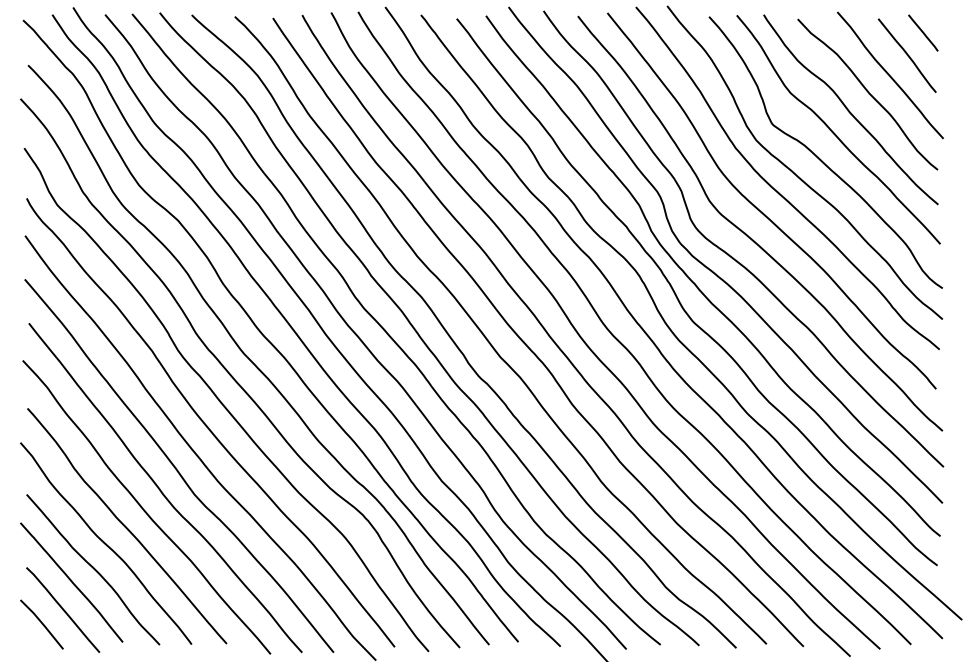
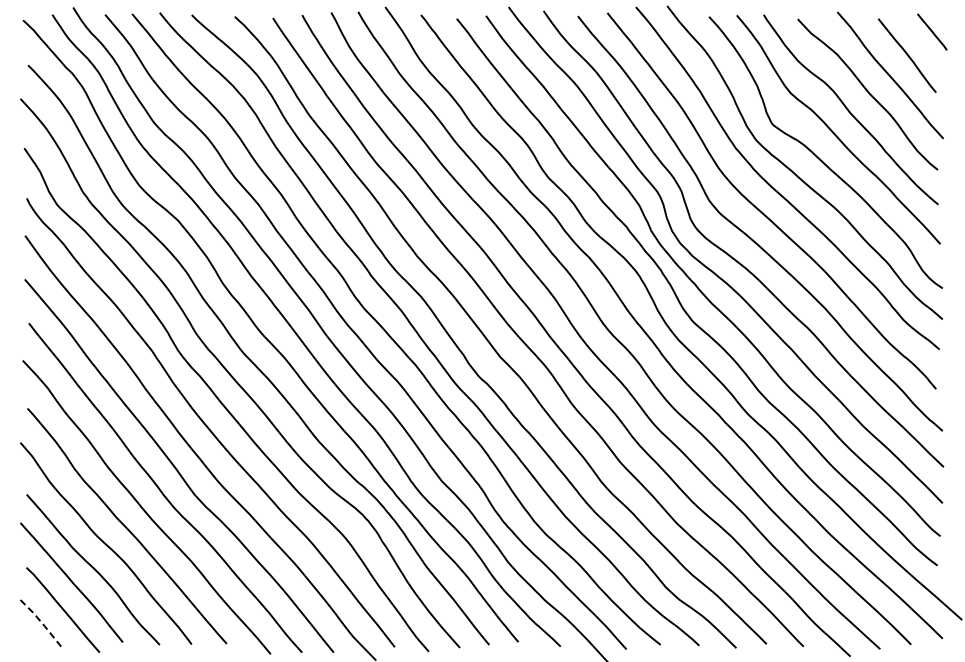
line at (923, 32) position: (923, 32) -> (932, 31)
line at (42, 624): solid -> dashed
